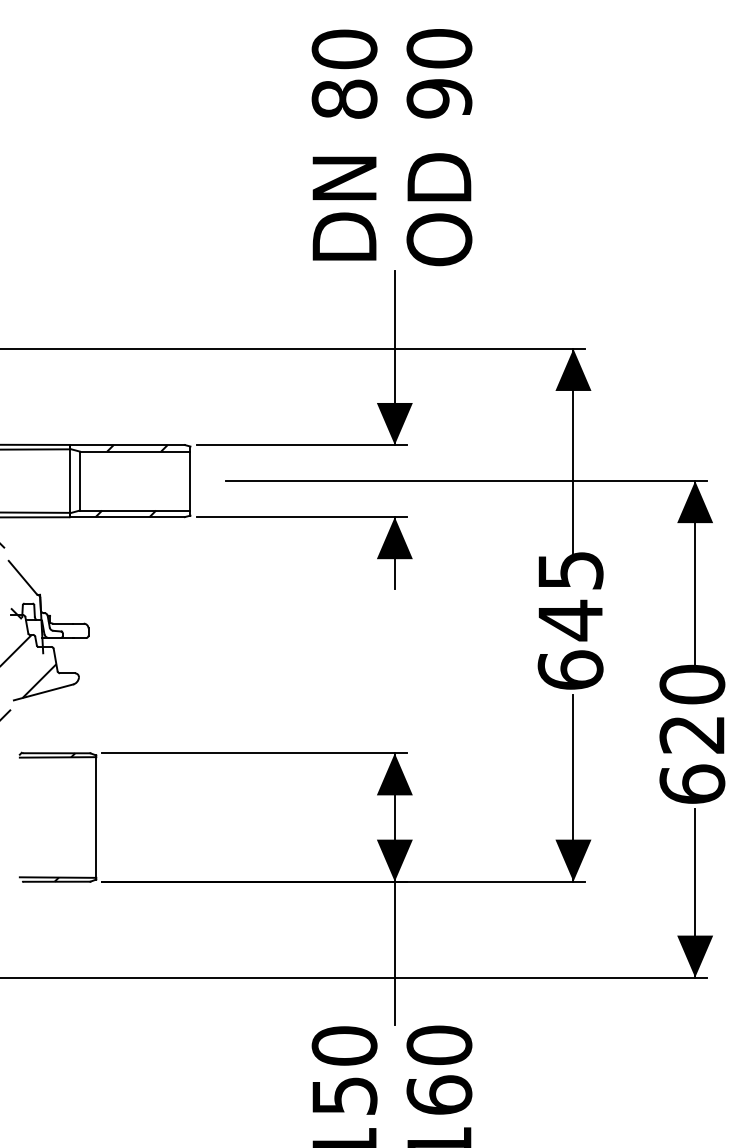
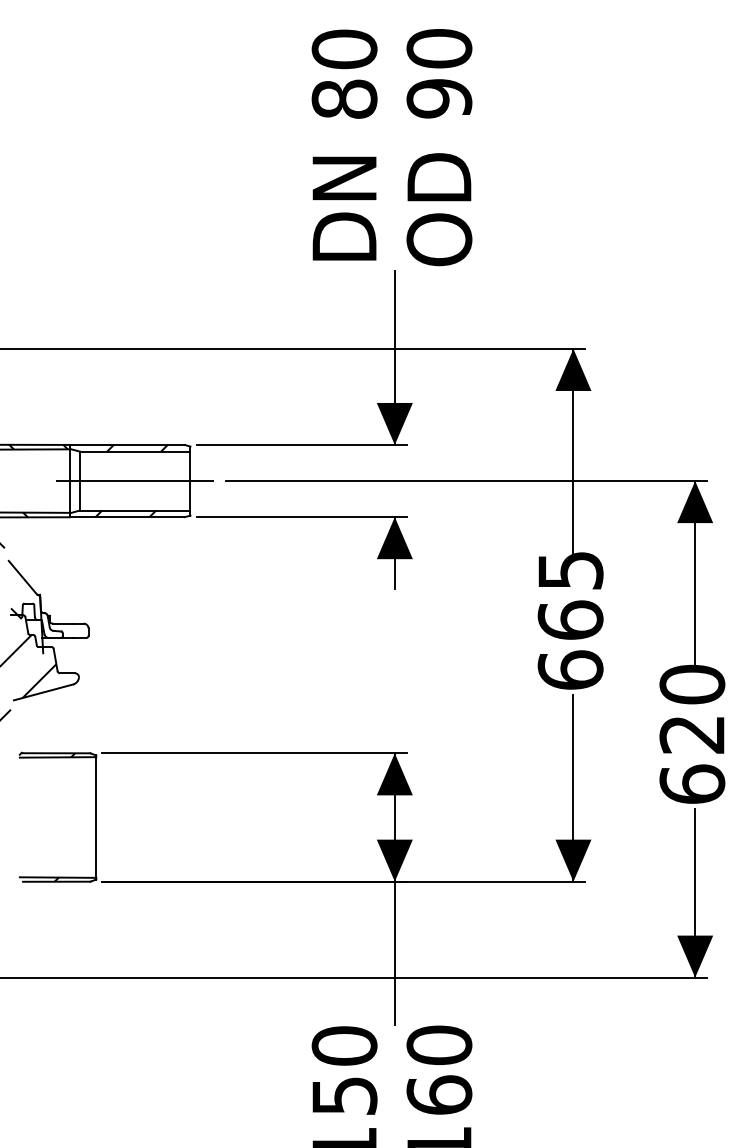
hatch at (38, 480): none -> present
line at (134, 481): none -> present
text at (570, 620): 645 -> 665
